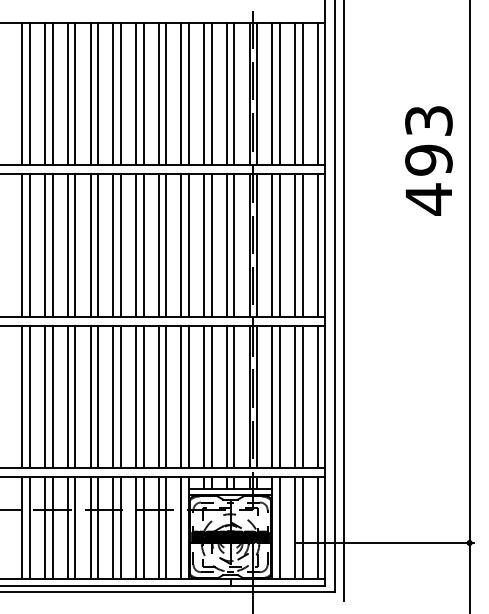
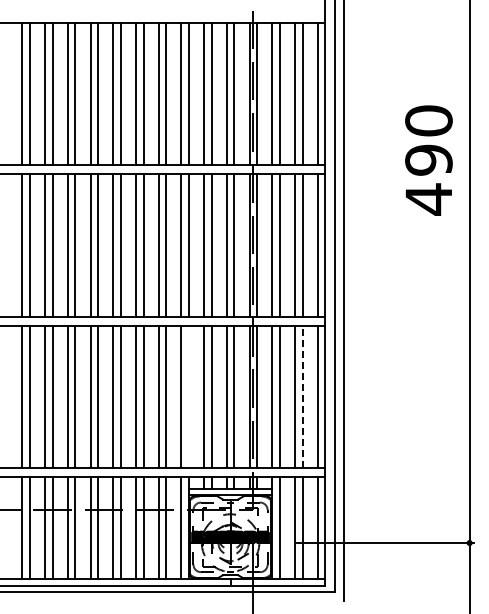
text at (428, 120): 493 -> 490
line at (188, 396): present -> none
line at (302, 396): solid -> dashed
